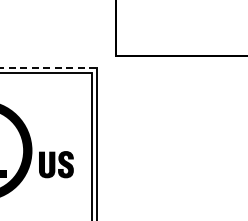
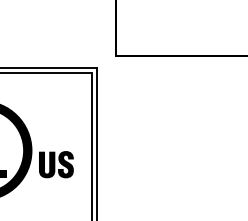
line at (49, 68): dashed -> solid
